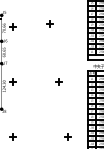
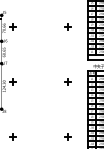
part at (49, 23) position: (49, 23) -> (67, 26)
part at (58, 81) position: (58, 81) -> (67, 81)
